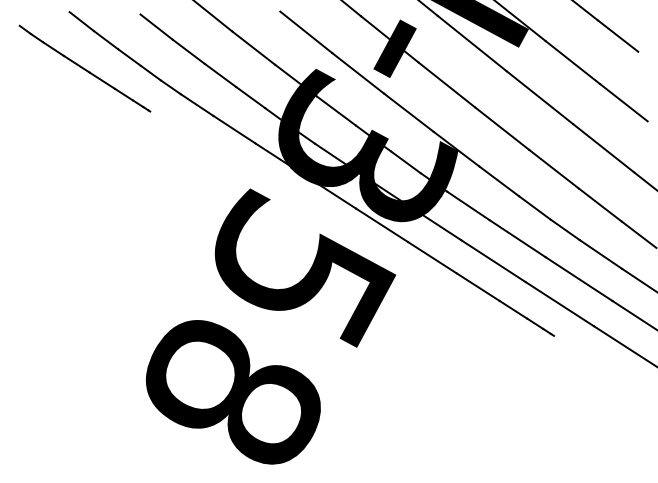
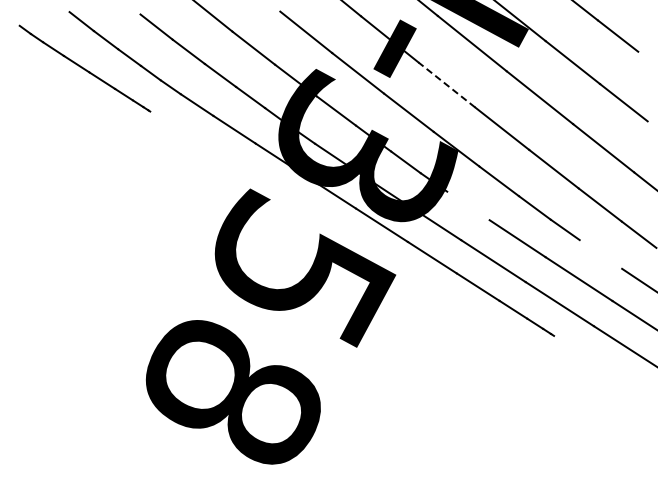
line at (446, 84): solid -> dashed
line at (468, 205): present -> none
line at (600, 254): present -> none
